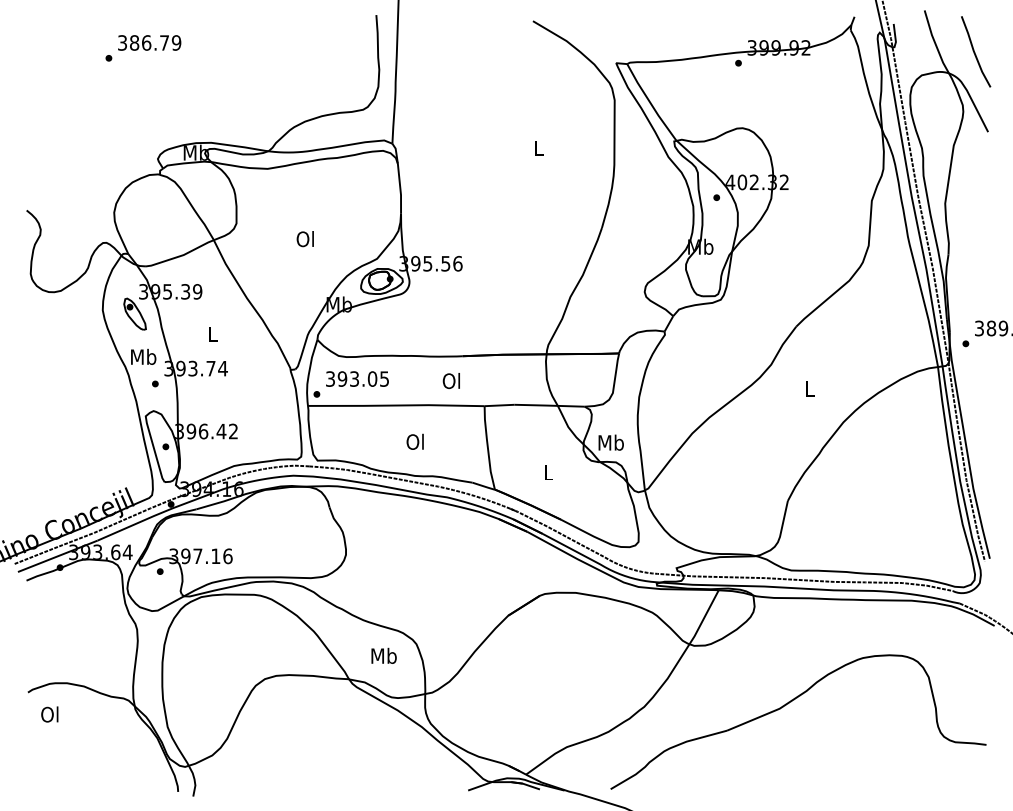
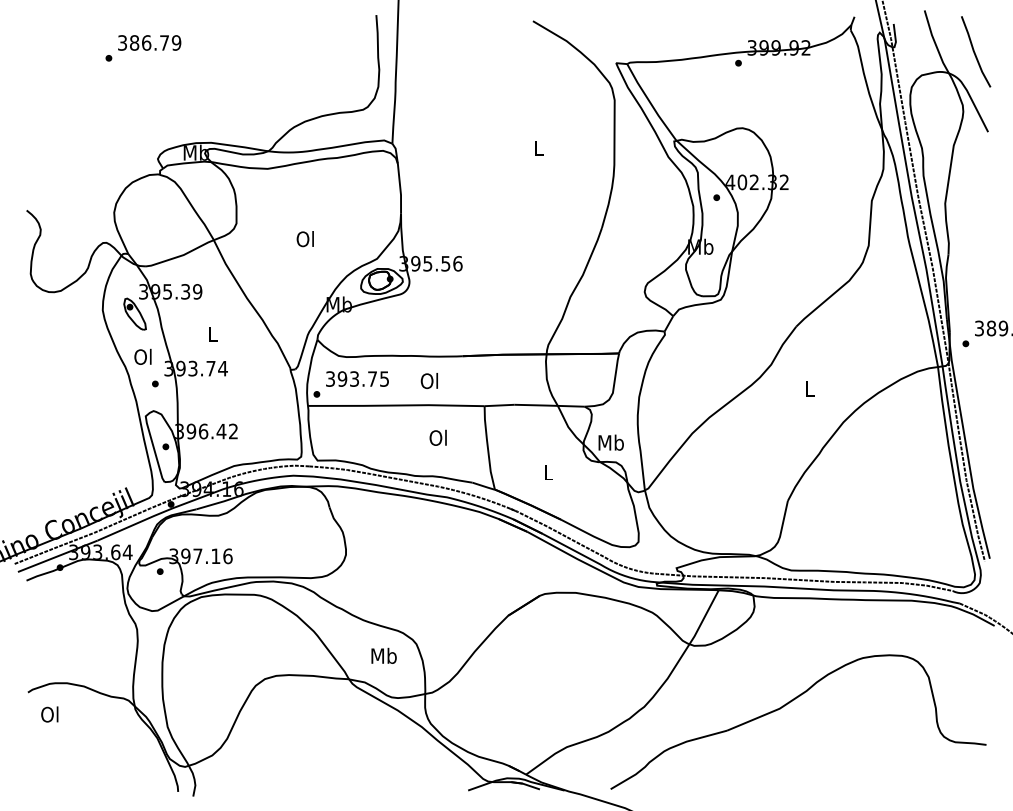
text at (143, 356): Mb -> Ol
text at (372, 378): 393.05 -> 393.75
text at (450, 381) position: (450, 381) -> (428, 381)
text at (414, 441) position: (414, 441) -> (437, 437)
